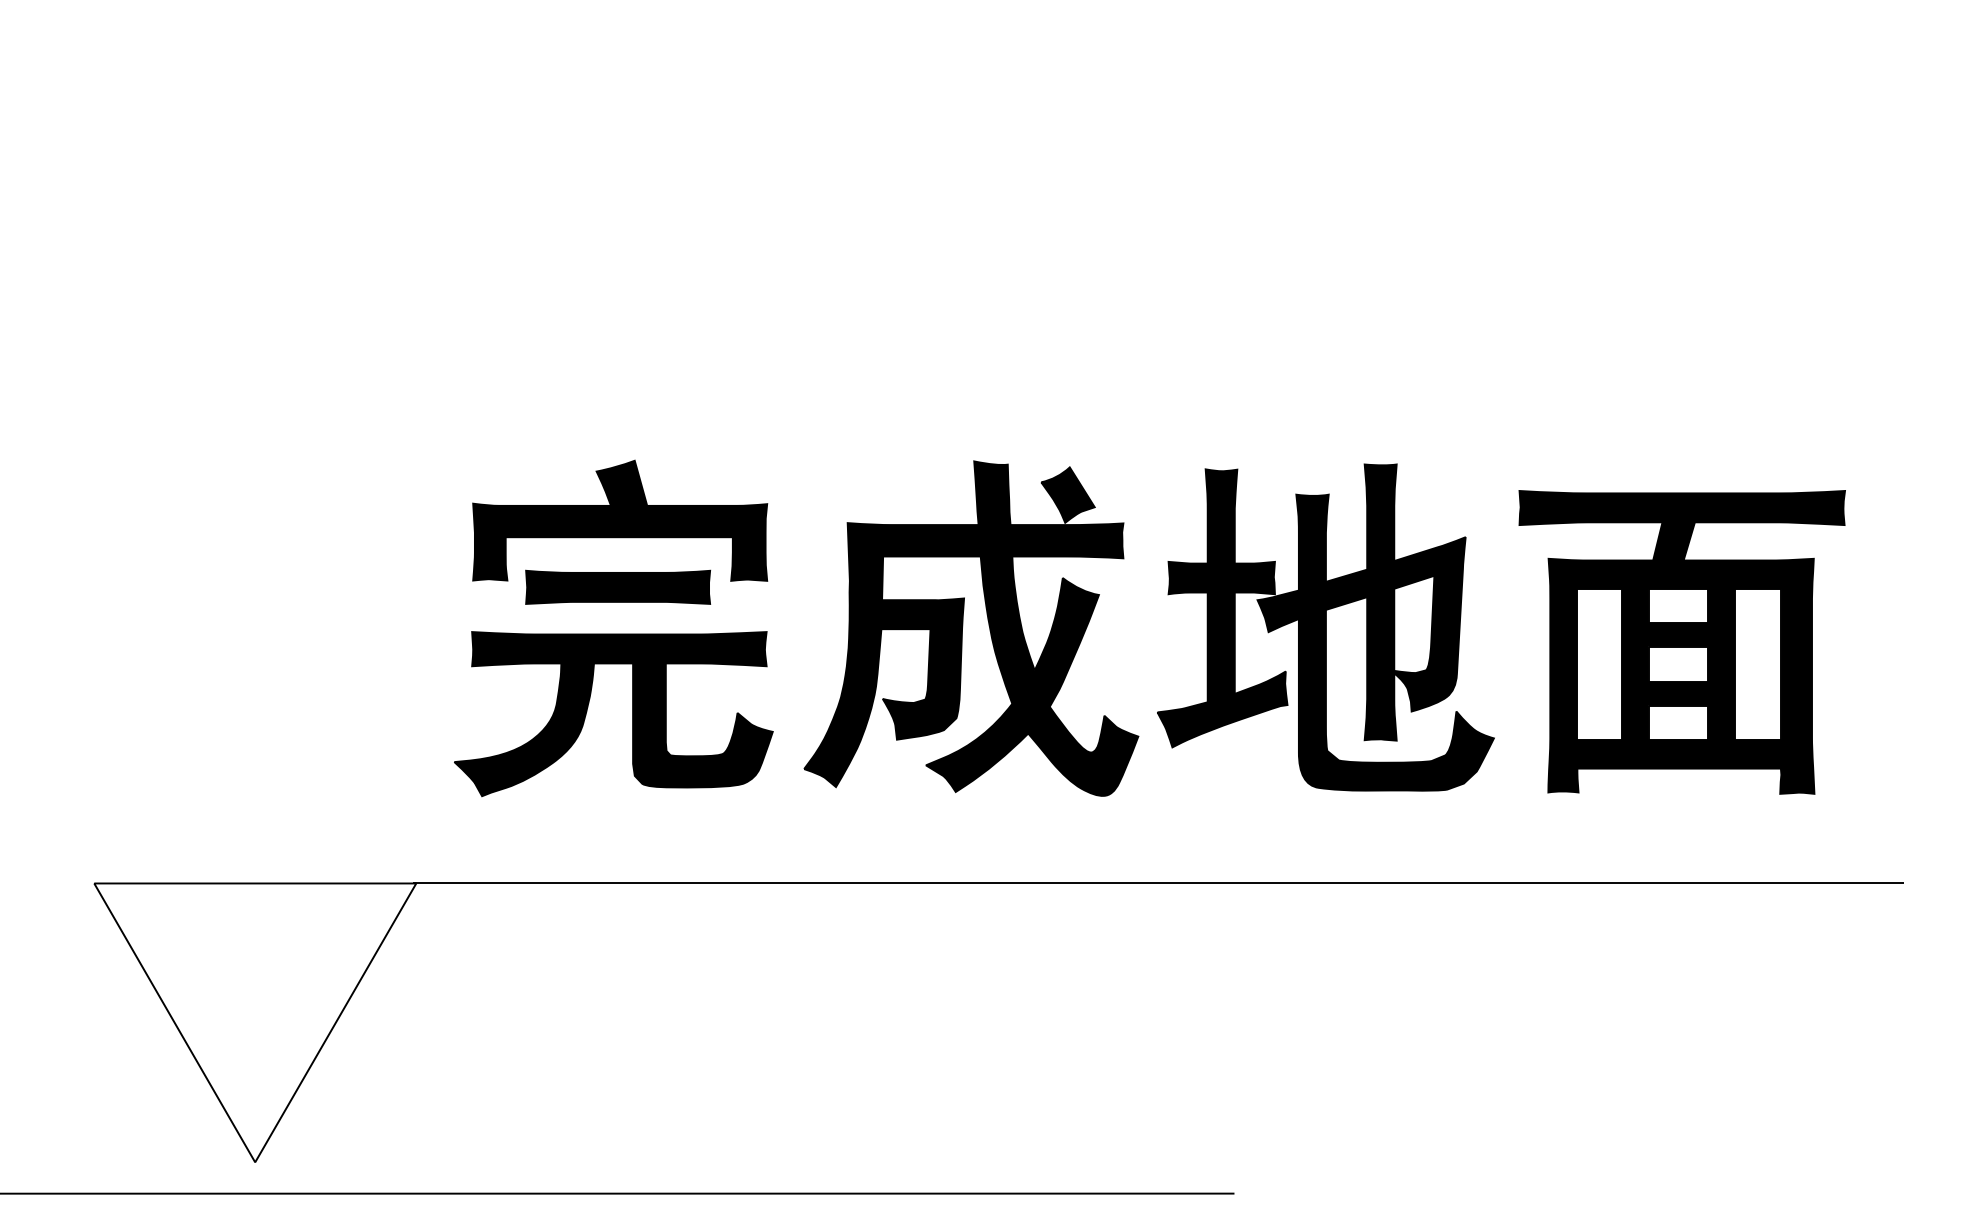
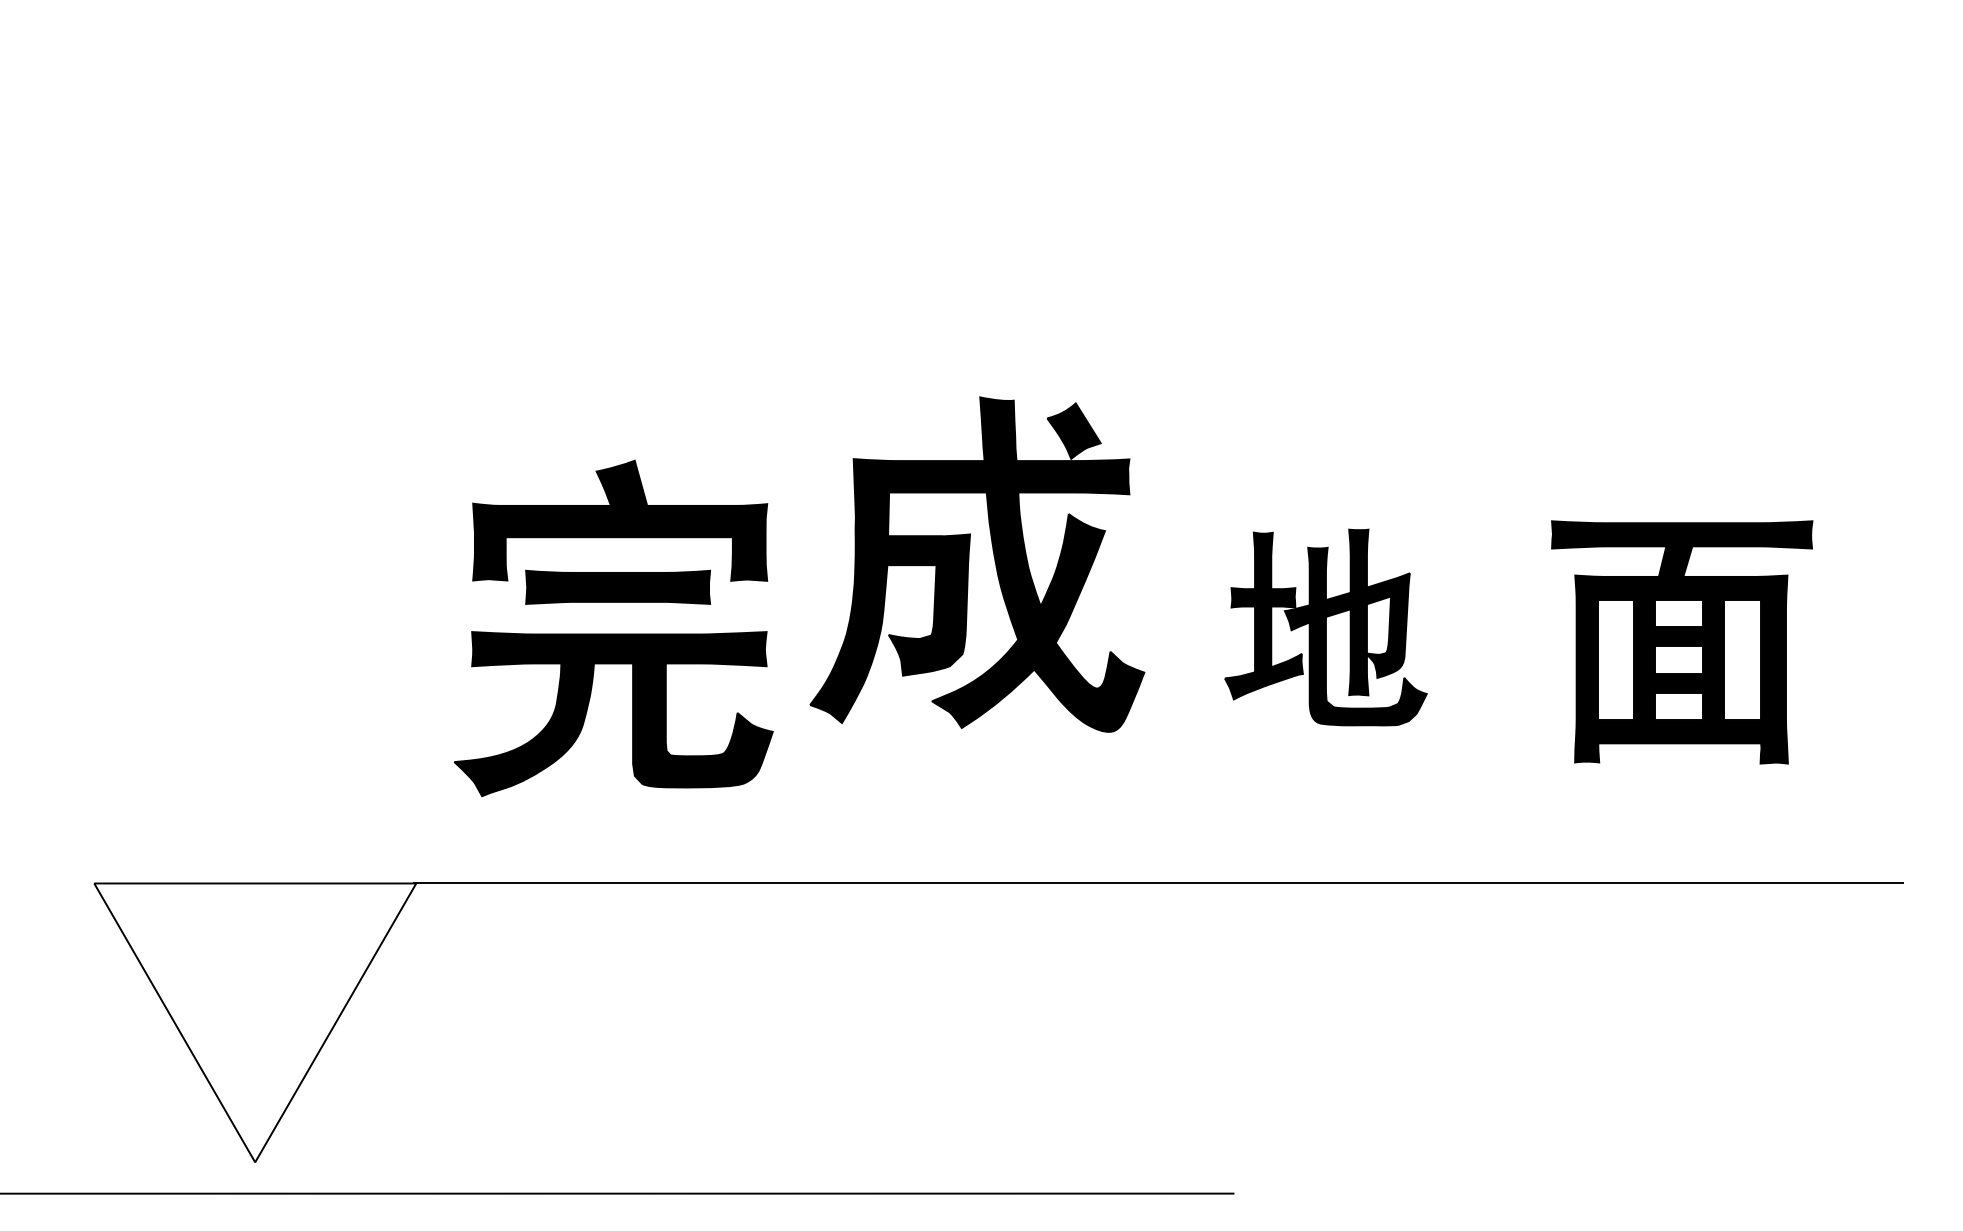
part at (963, 626) position: (963, 626) -> (969, 562)
part at (1325, 627) size: 338x329 px -> 204x199 px
part at (1681, 642) size: 328x305 px -> 263x245 px
